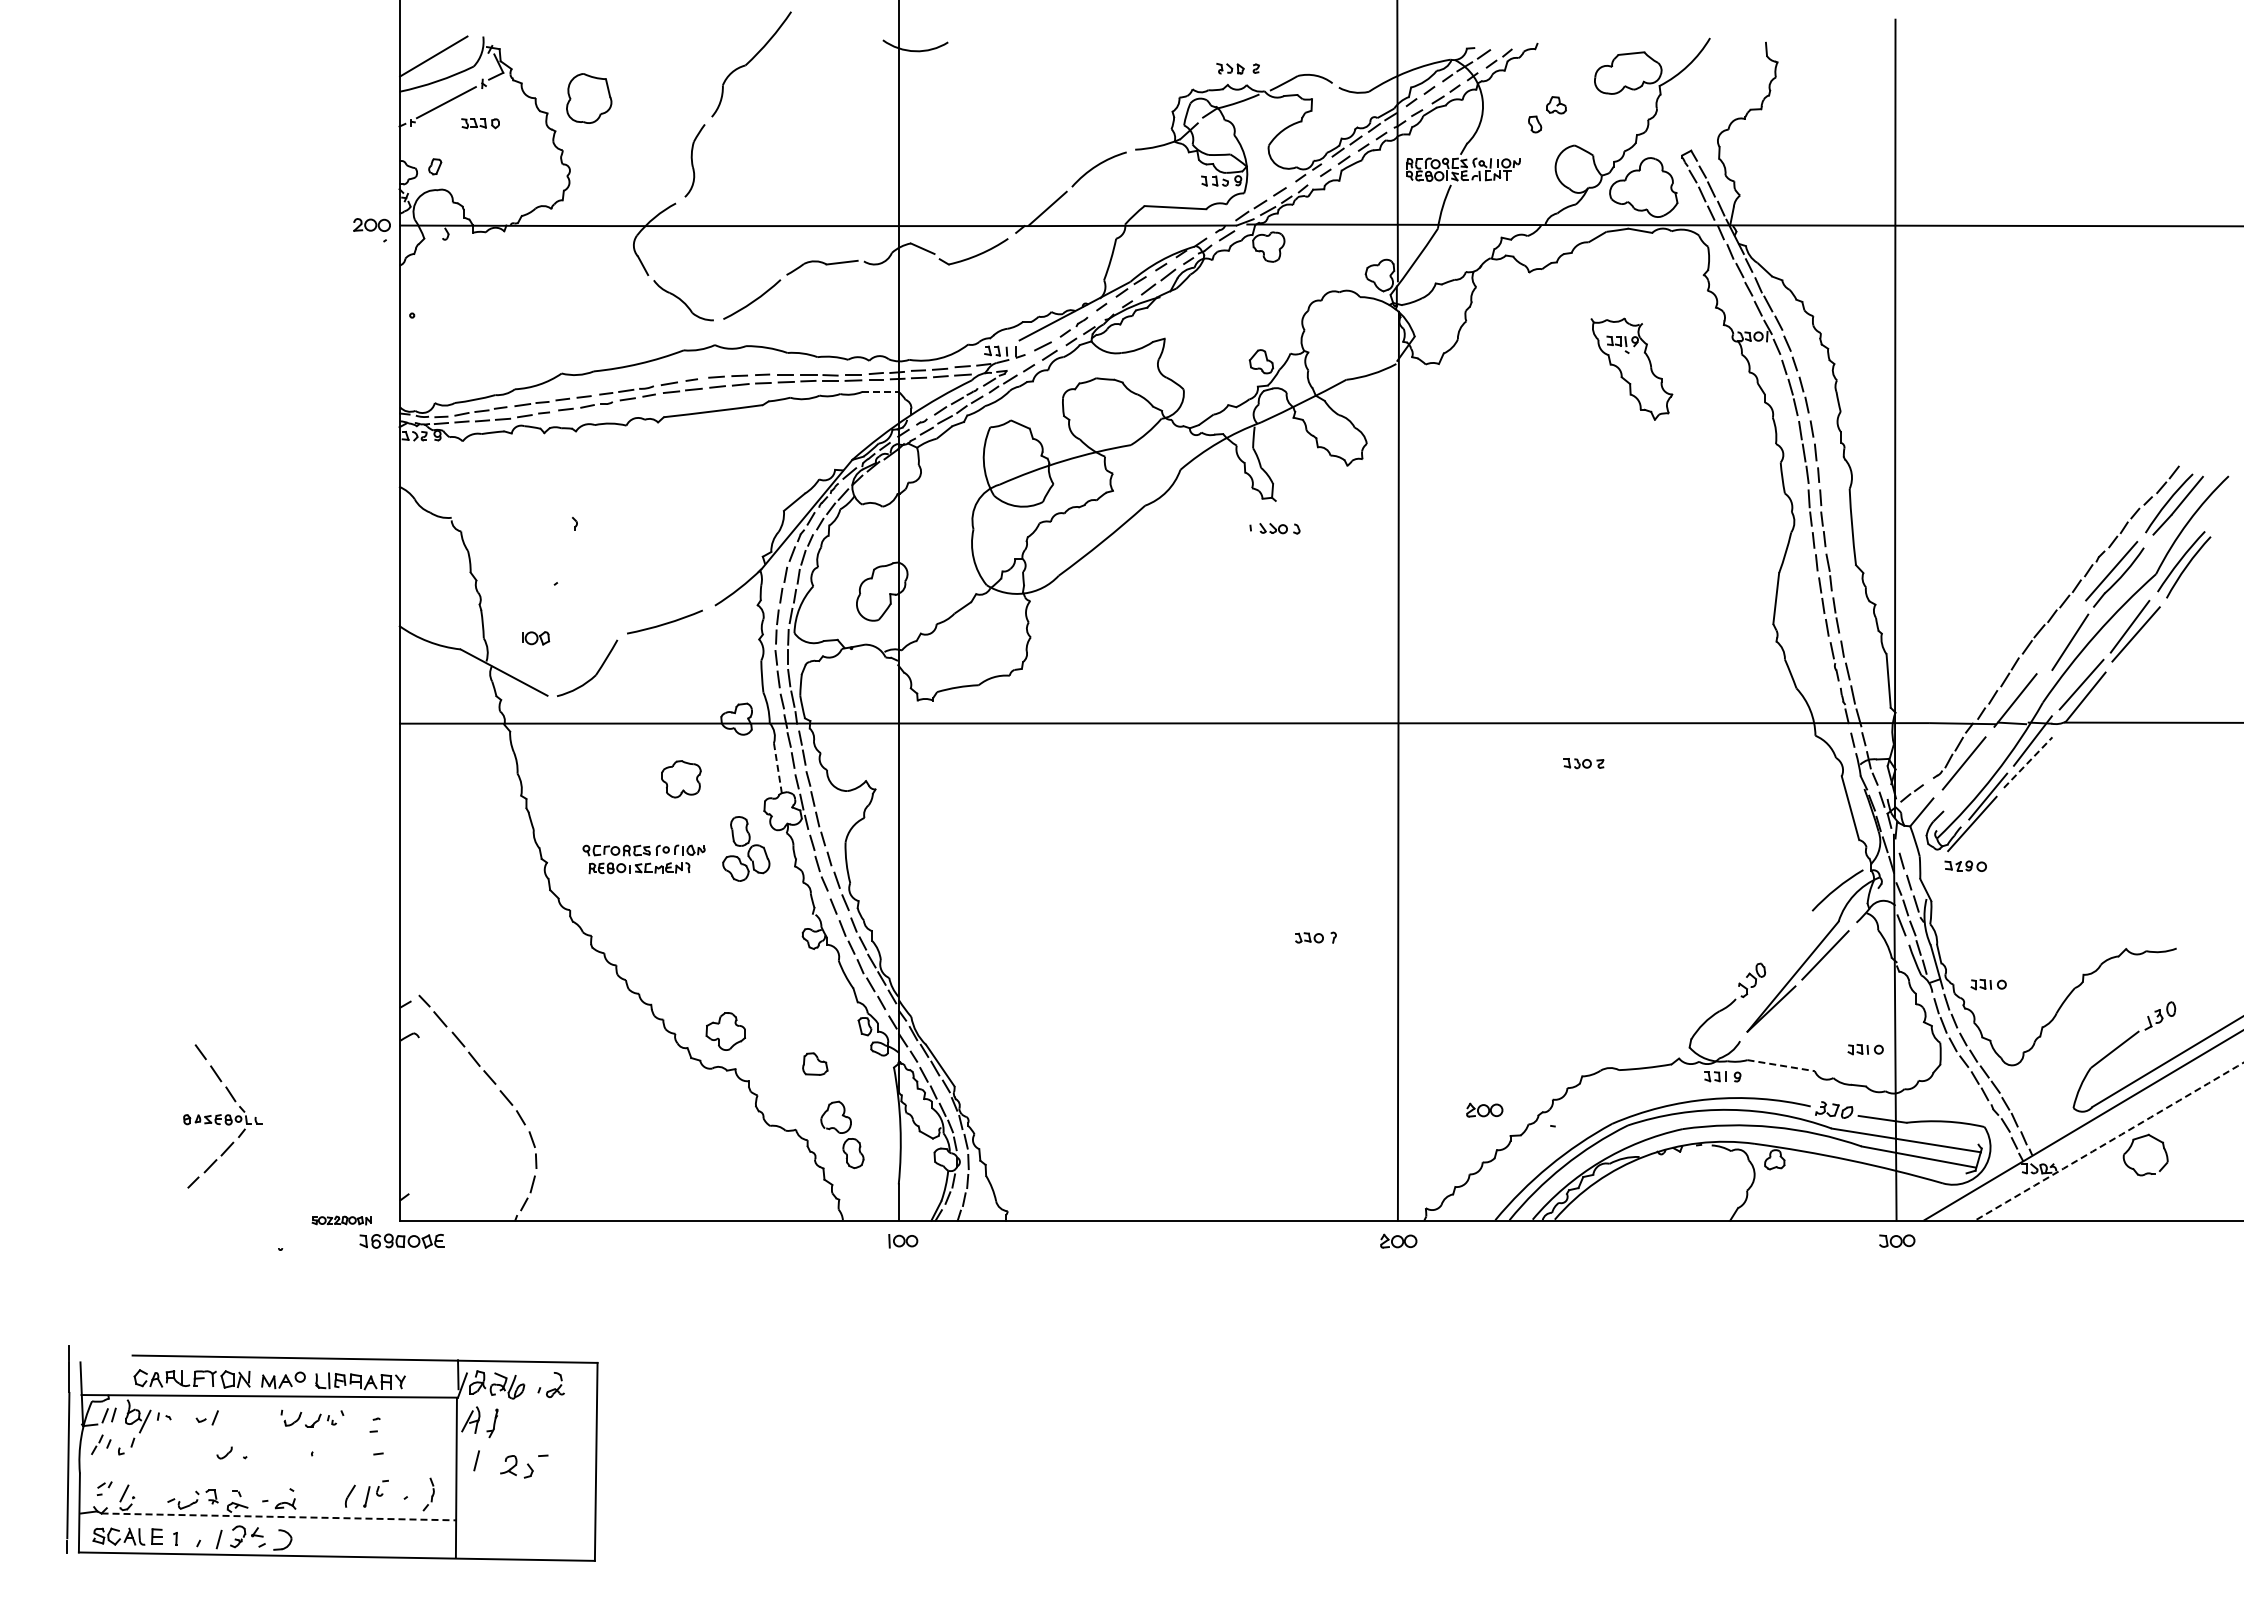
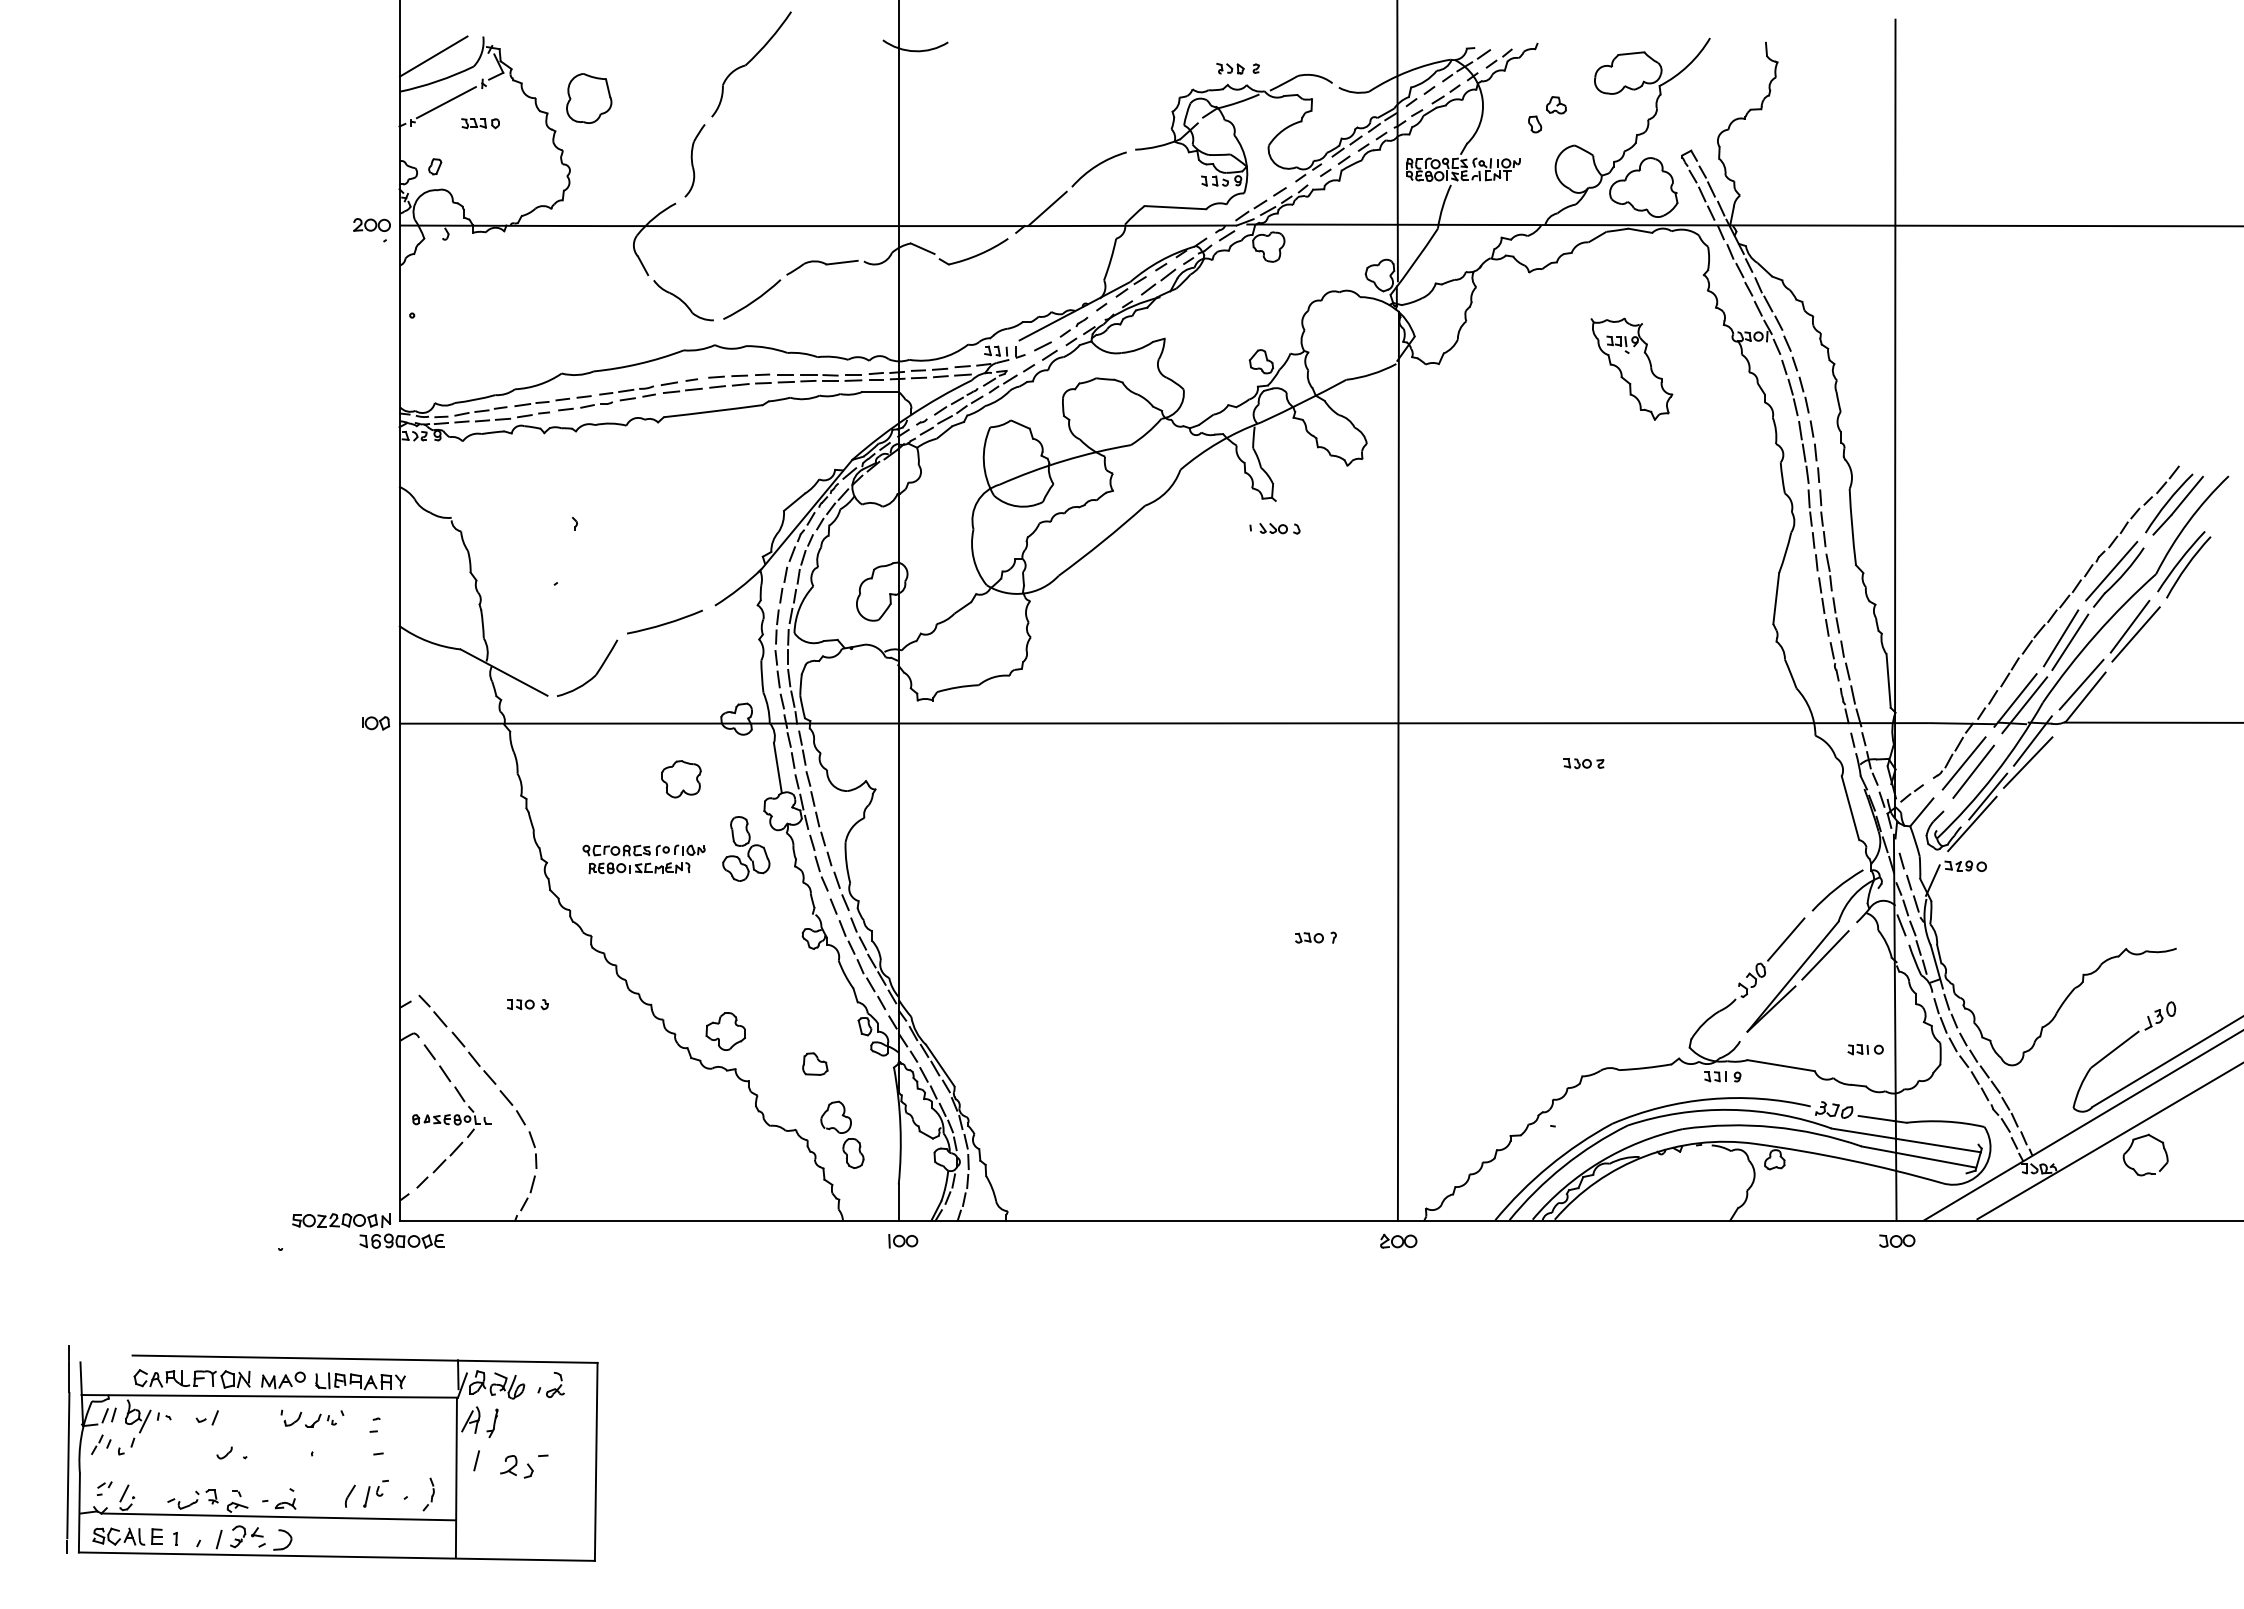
line at (881, 391): dashed -> solid
part at (536, 638) position: (536, 638) -> (376, 723)
line at (2060, 638): none -> present
line at (2024, 705): none -> present
line at (2028, 762): dashed -> solid
line at (777, 768): dashed -> solid
line at (1973, 771): none -> present
line at (1932, 880): none -> present
line at (1786, 939): none -> present
part at (1988, 984): present -> none
part at (527, 1004): none -> present
line at (1781, 1065): dashed -> solid
part at (1484, 1109): present -> none
part at (222, 1116) position: (222, 1116) -> (451, 1116)
arc at (2110, 1140): dashed -> solid
part at (341, 1220) size: 61x11 px -> 100x15 px
line at (279, 1516): dashed -> solid
